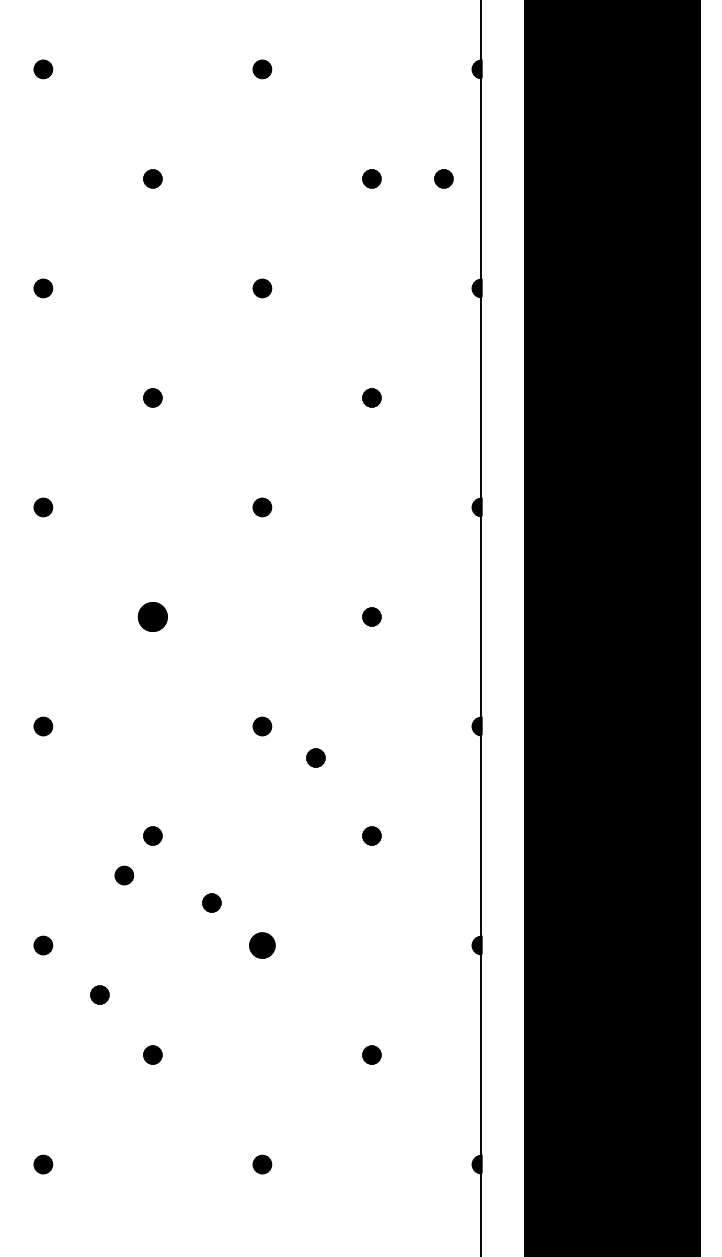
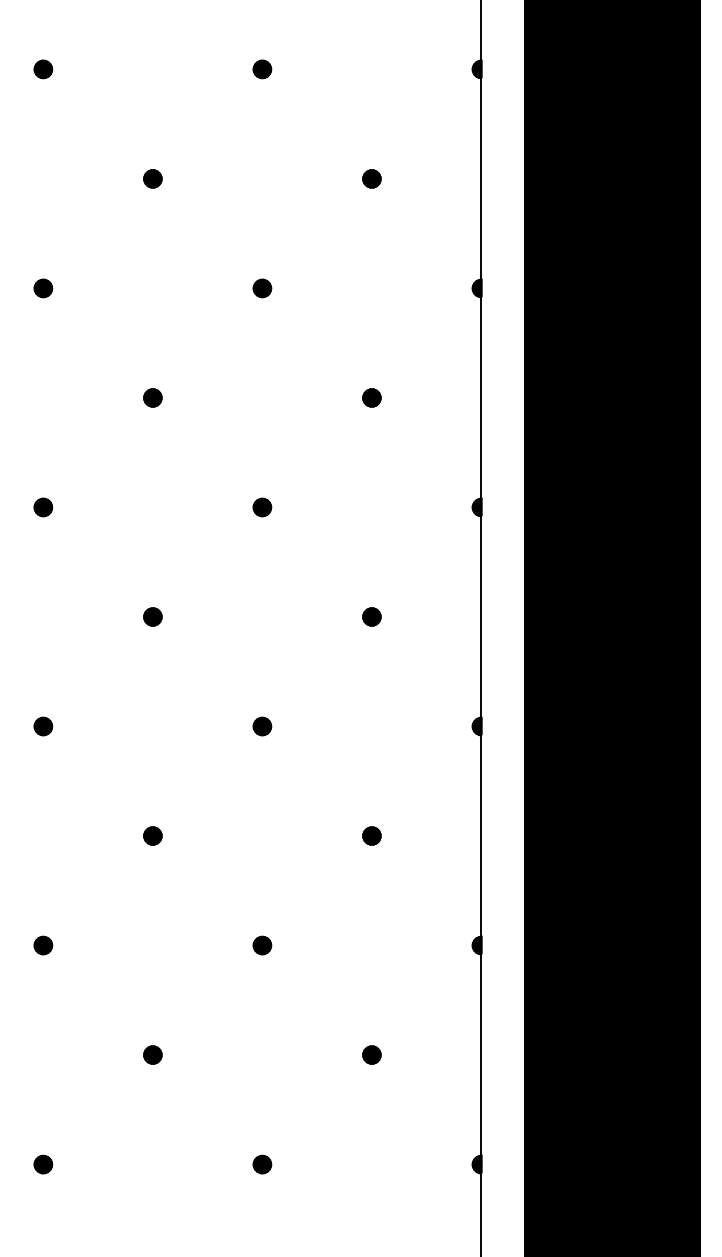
part at (443, 178): present -> none
part at (152, 616) size: 31x30 px -> 20x20 px
part at (315, 757): present -> none
part at (124, 875): present -> none
part at (211, 902): present -> none
part at (262, 945) size: 27x27 px -> 21x21 px
part at (99, 994): present -> none
